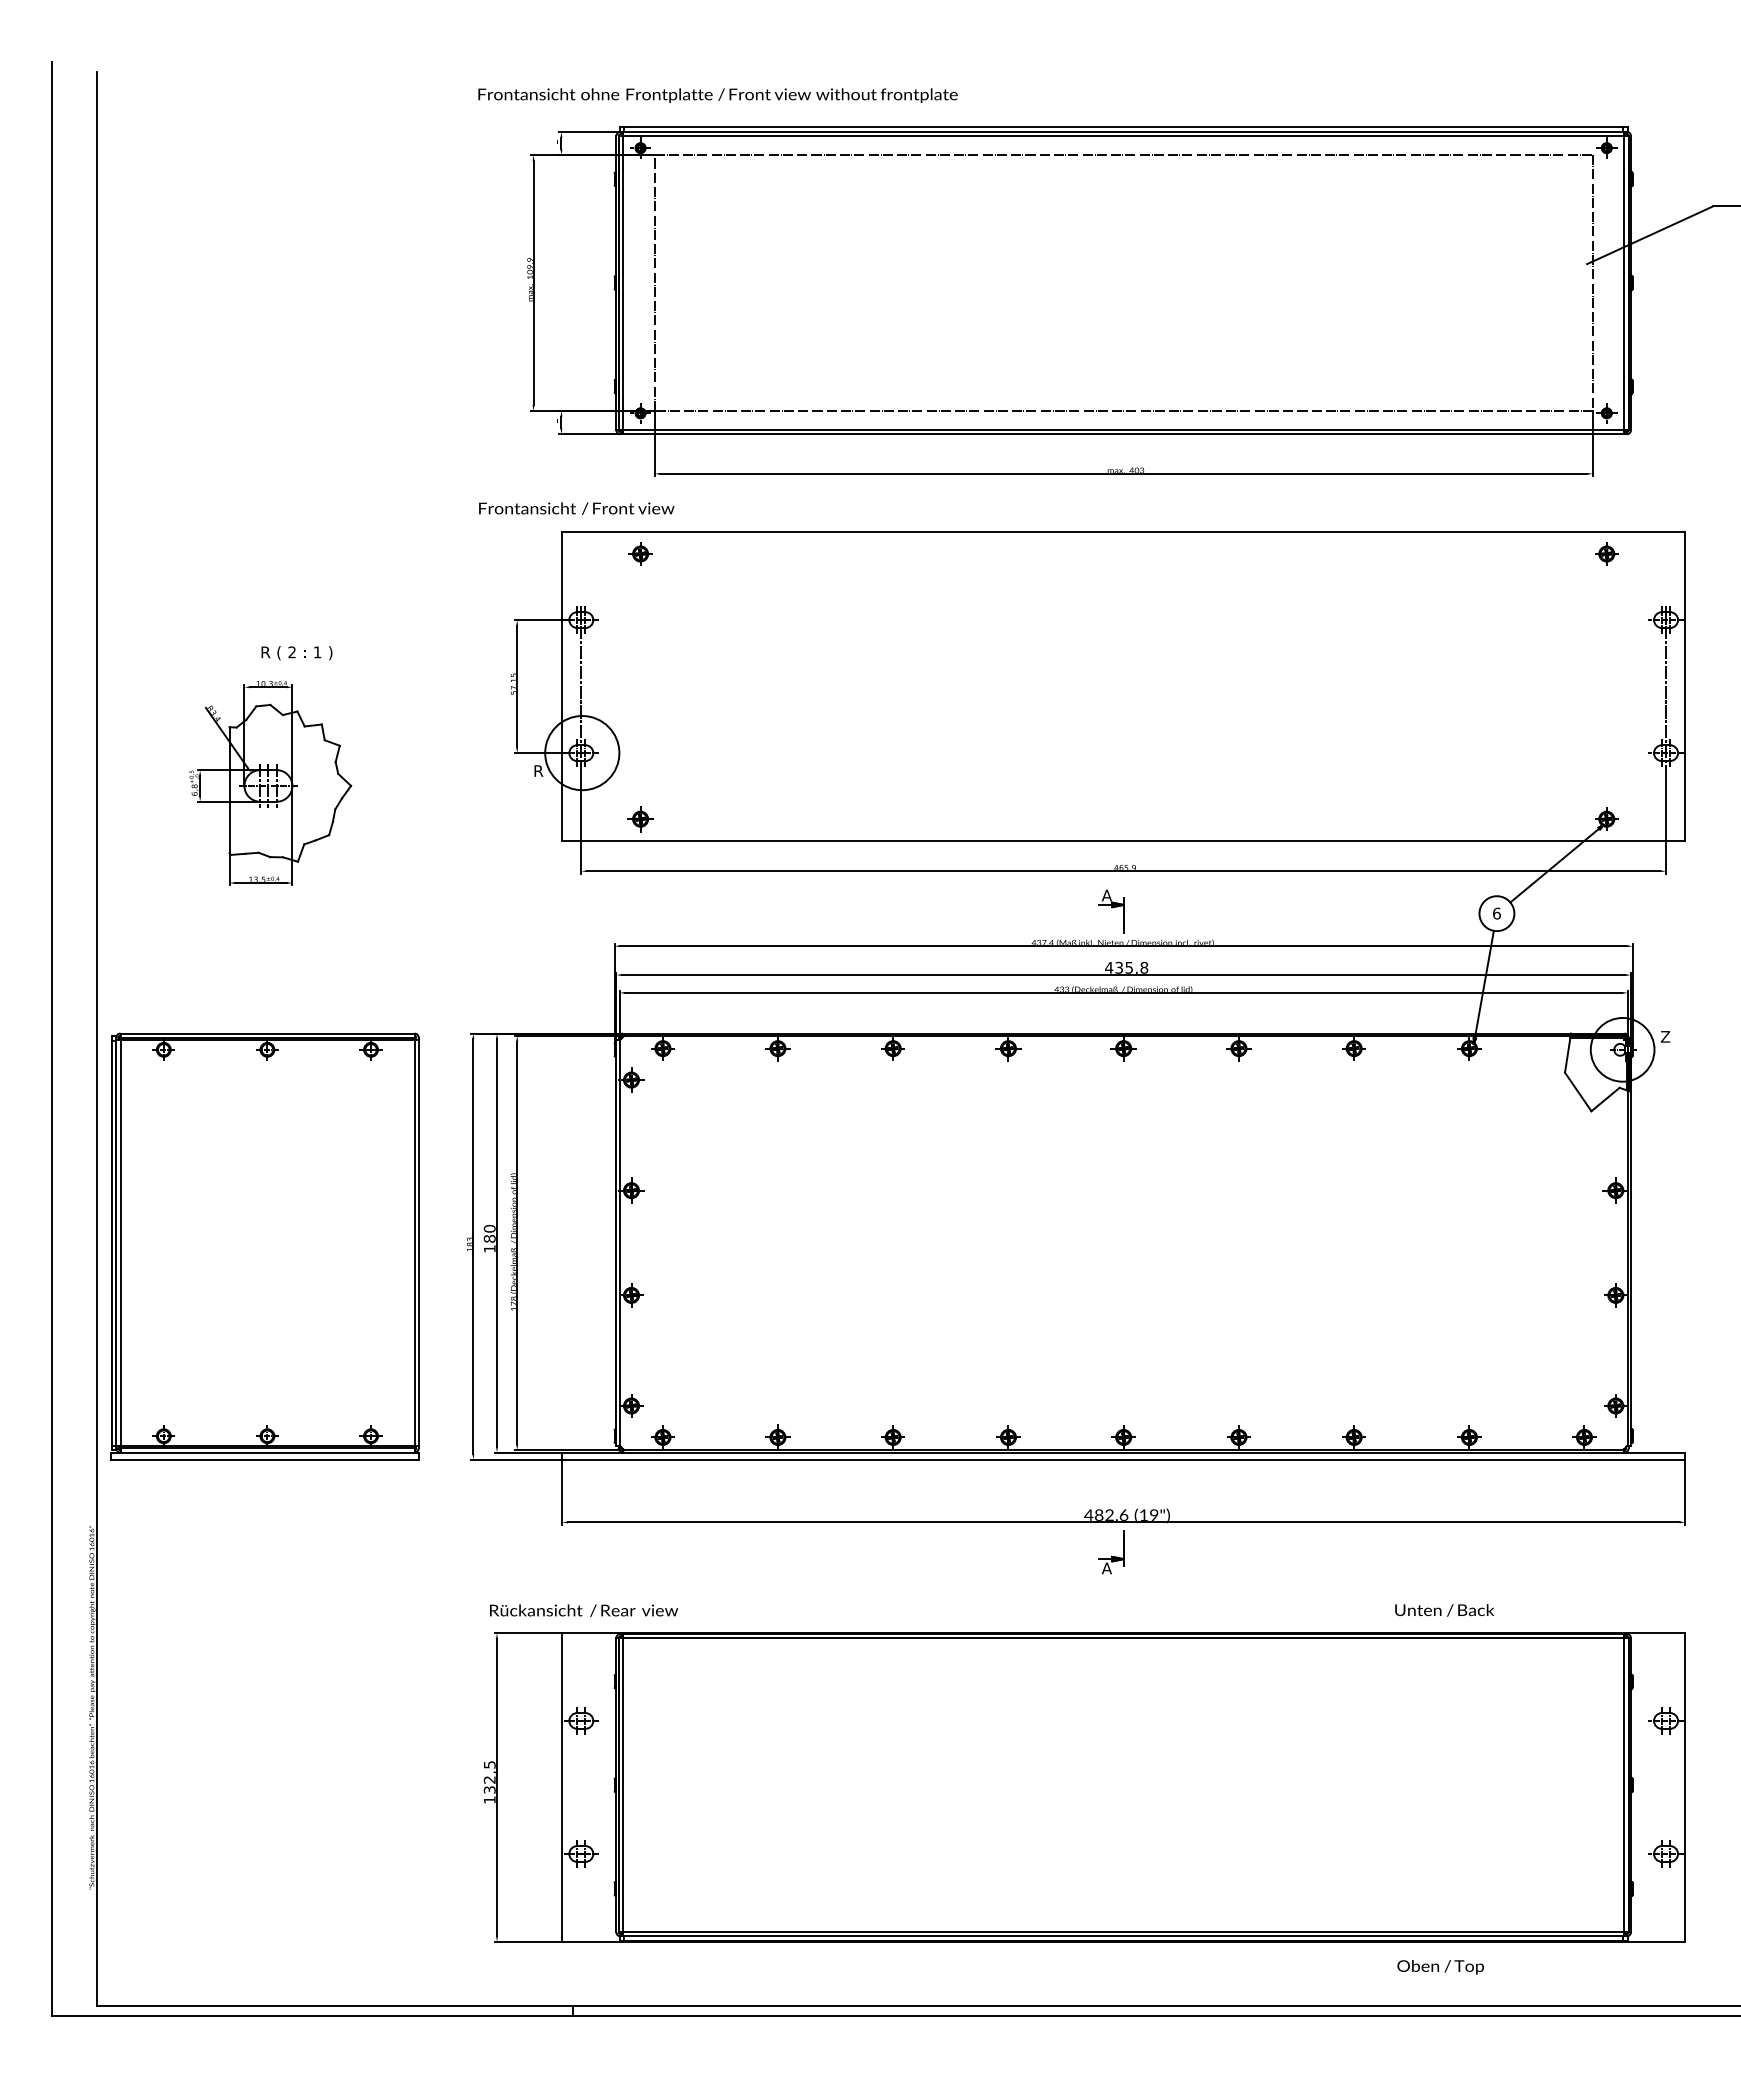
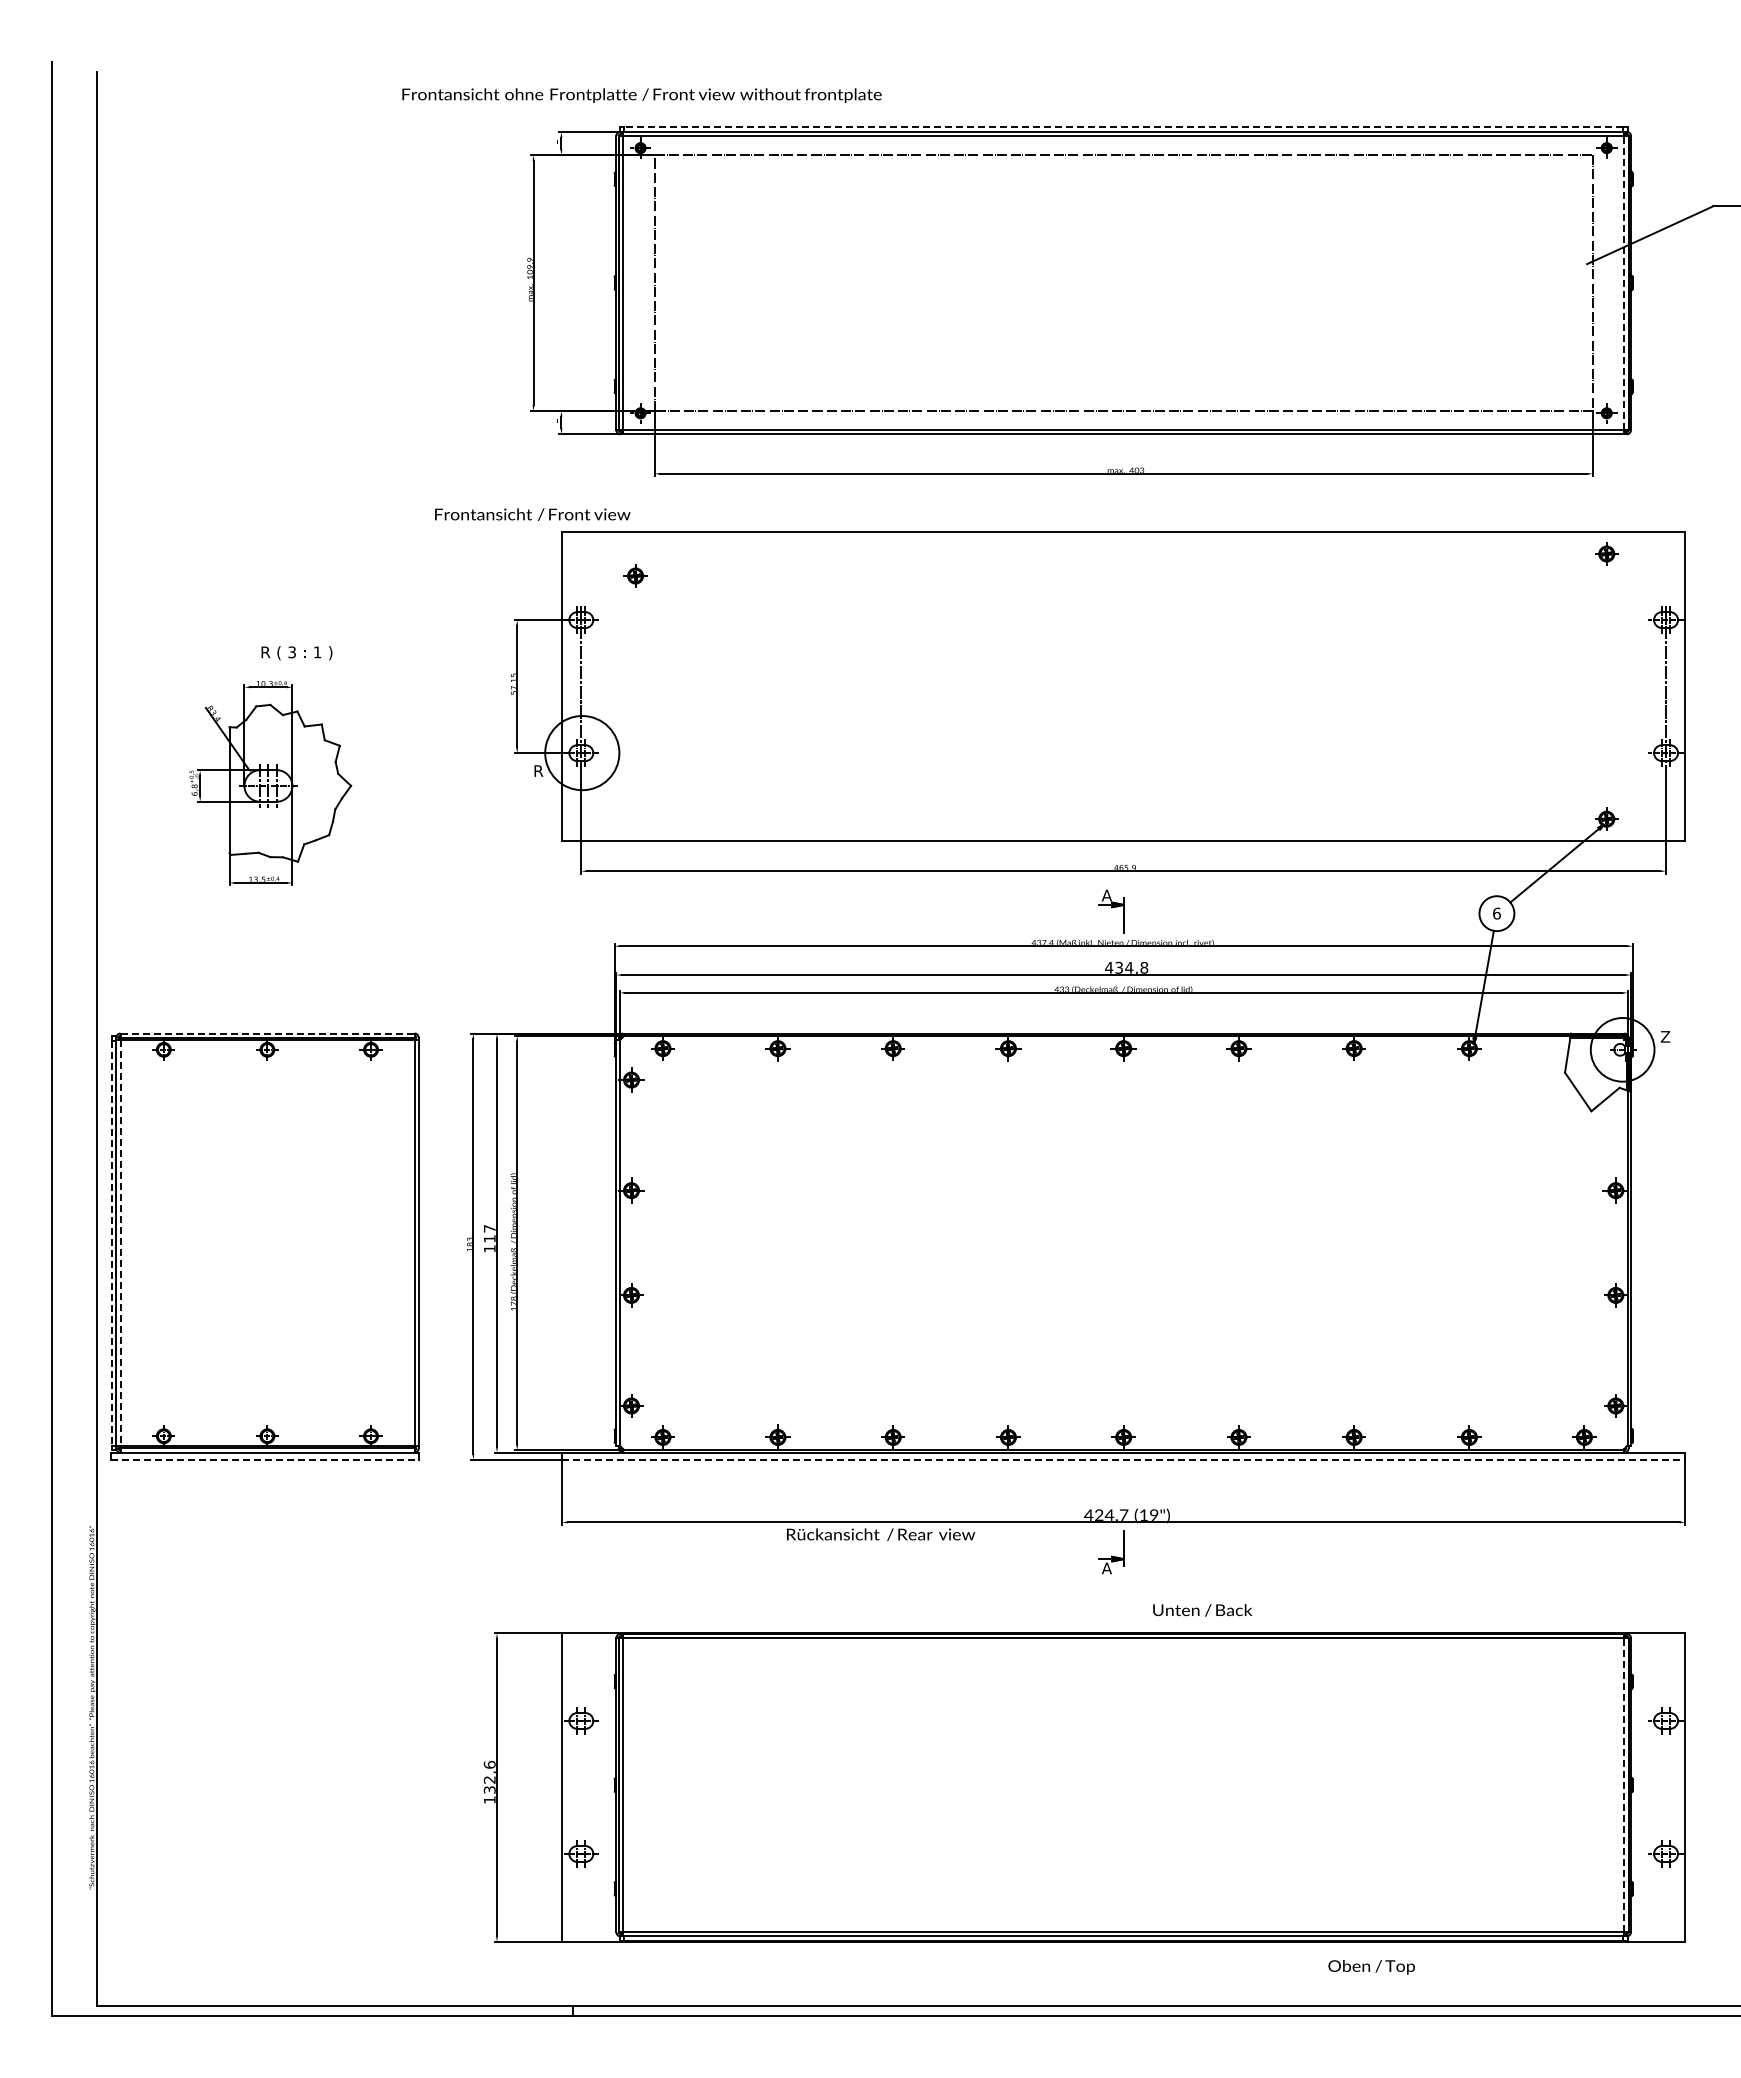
text at (717, 95) position: (717, 95) -> (641, 95)
line at (1123, 127): solid -> dashed
line at (1624, 282): solid -> dashed
text at (576, 508) position: (576, 508) -> (532, 514)
part at (640, 553) position: (640, 553) -> (635, 575)
text at (291, 652): 2 -> 3
part at (640, 819): present -> none
text at (1129, 967): 435,8 -> 434,8
line at (268, 1033): solid -> dashed
text at (489, 1233): 180 -> 117
line at (111, 1243): solid -> dashed
line at (120, 1243): solid -> dashed
line at (265, 1459): solid -> dashed
line at (1123, 1459): solid -> dashed
text at (1111, 1514): 482,6 -> 424,7
text at (584, 1610) position: (584, 1610) -> (881, 1534)
text at (1444, 1610) position: (1444, 1610) -> (1202, 1610)
text at (489, 1764): 132,5 -> 132,6
line at (1624, 1784): solid -> dashed
text at (1440, 1967) position: (1440, 1967) -> (1371, 1967)
